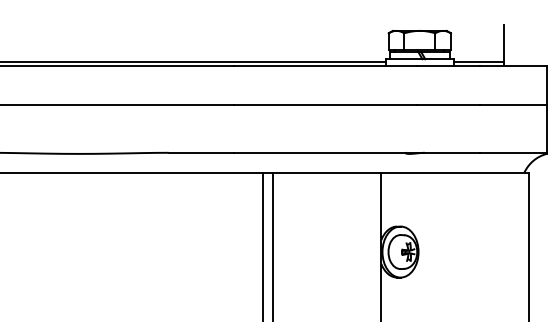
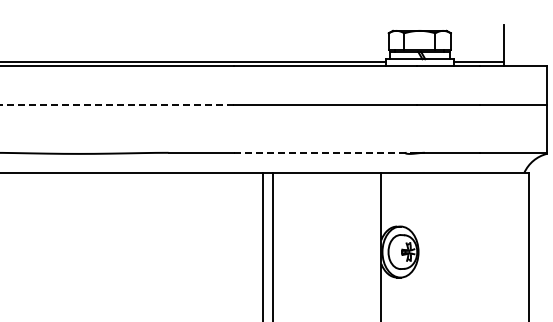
line at (117, 104): solid -> dashed
line at (325, 152): solid -> dashed
